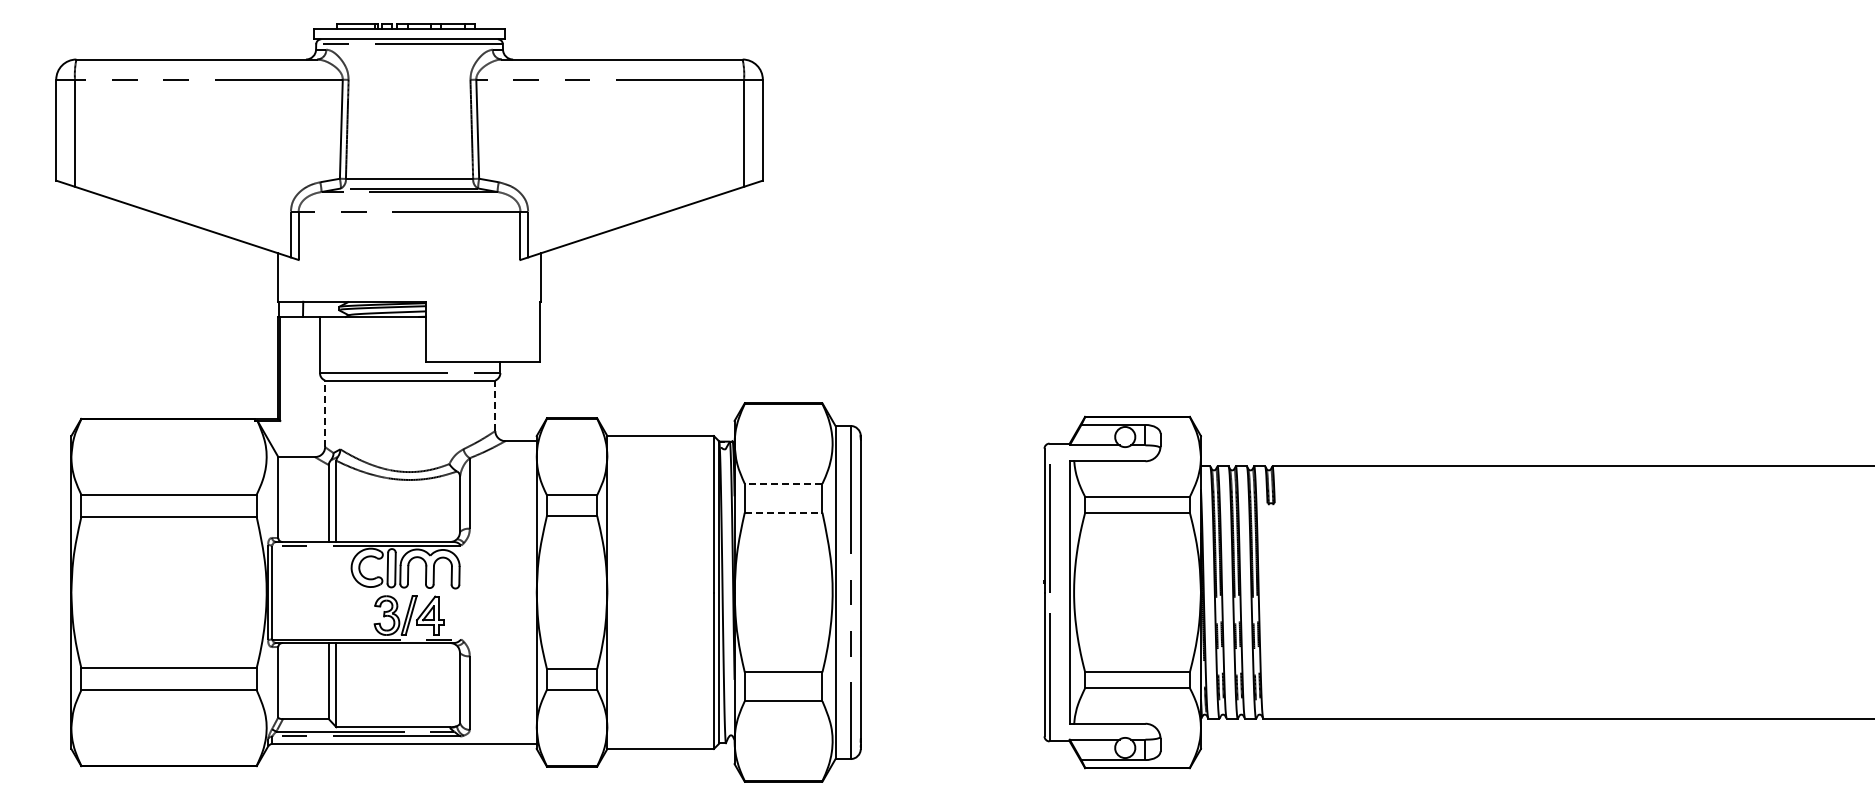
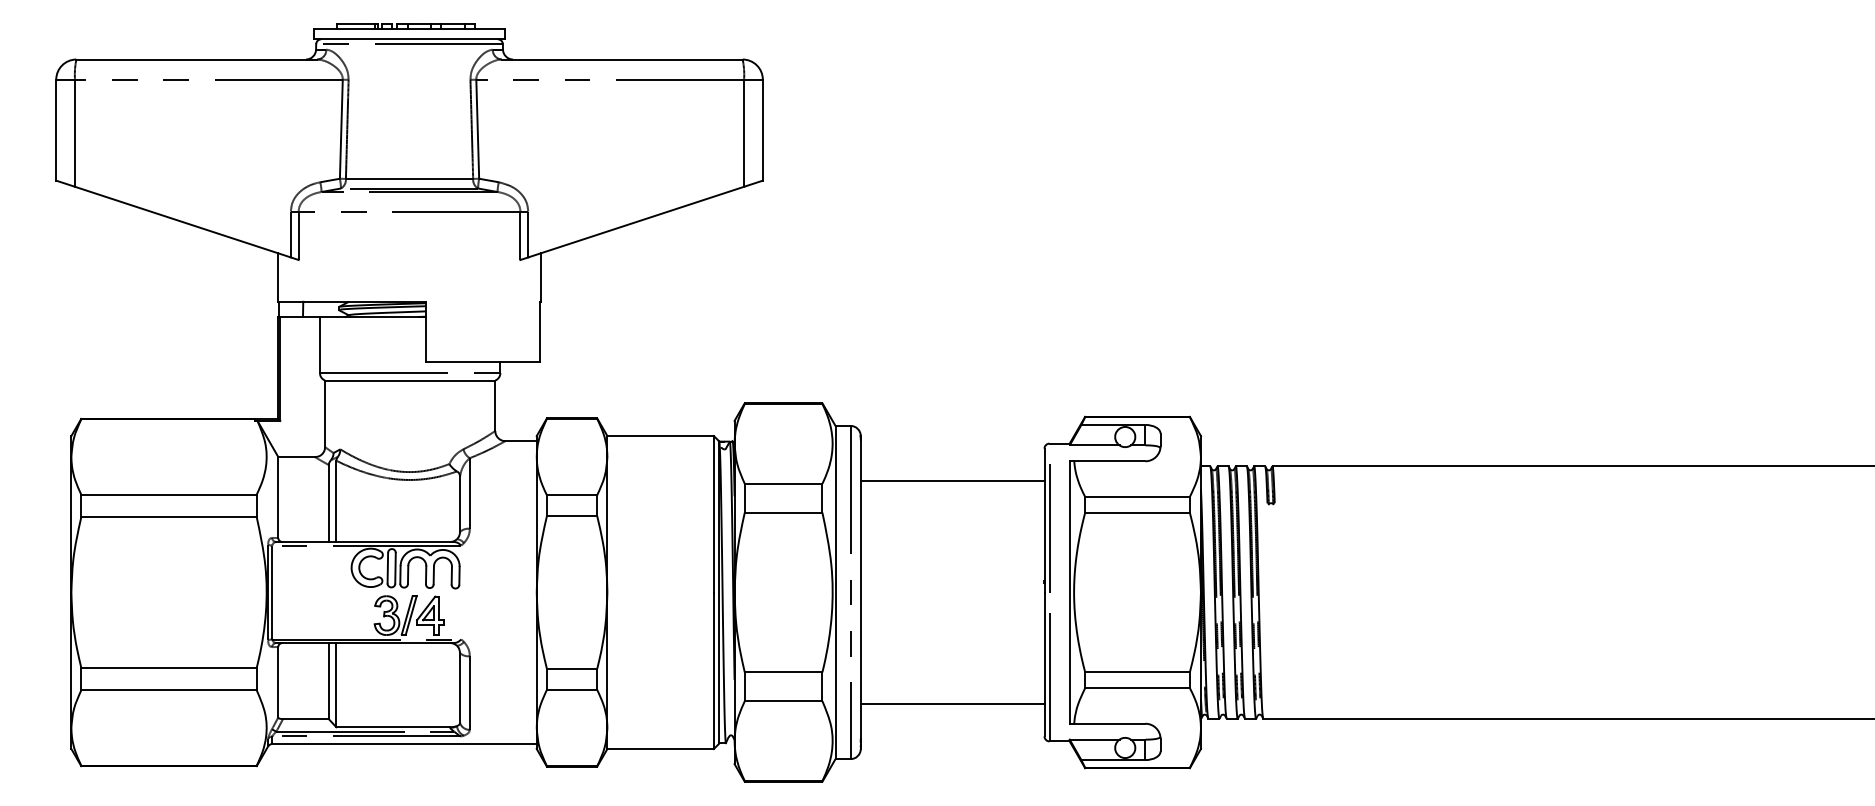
line at (495, 405): dashed -> solid
line at (325, 413): dashed -> solid
line at (952, 481): none -> present
line at (783, 483): dashed -> solid
line at (783, 512): dashed -> solid
line at (952, 703): none -> present
